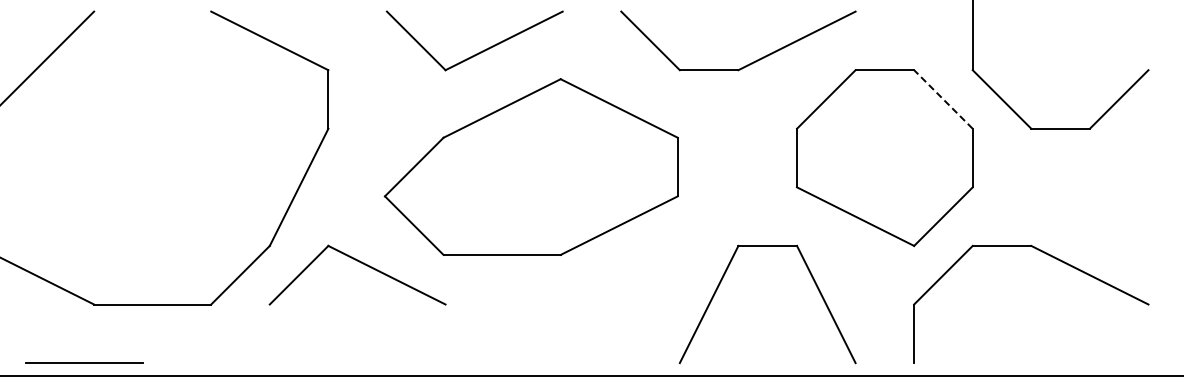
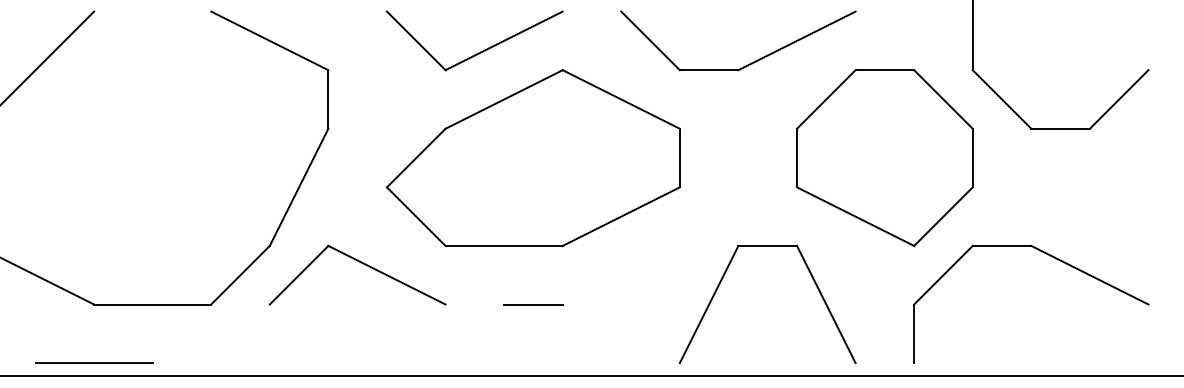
line at (943, 99): dashed -> solid
part at (530, 166) position: (530, 166) -> (532, 157)
line at (533, 304): none -> present
line at (84, 362) position: (84, 362) -> (94, 362)
